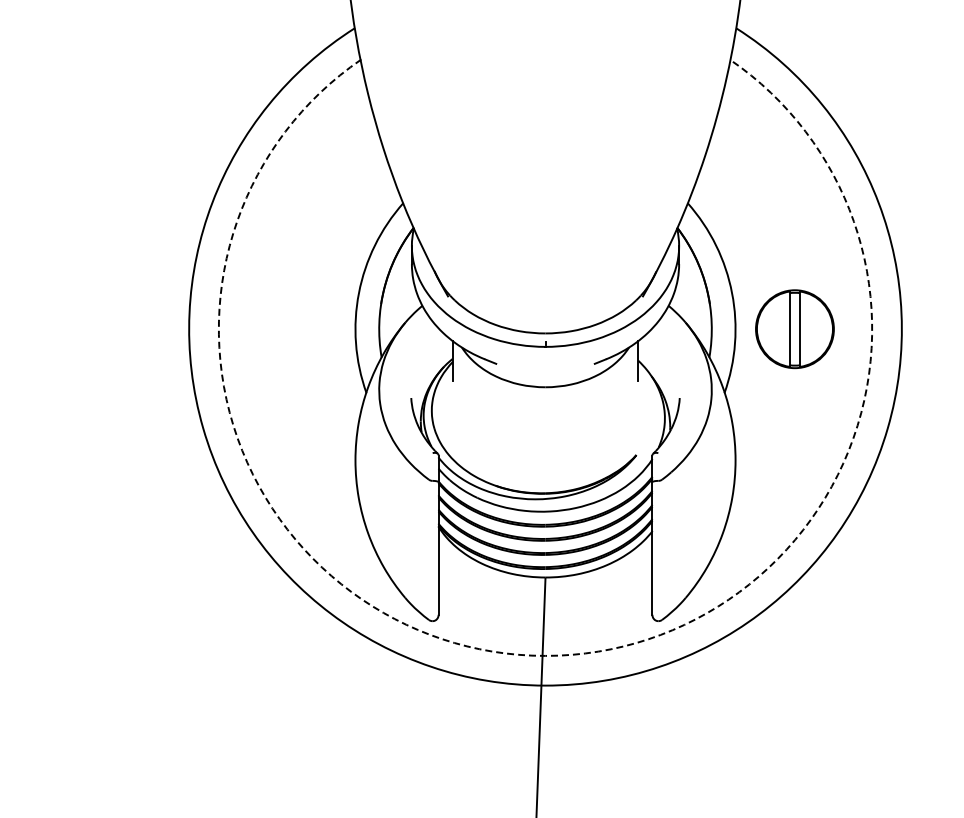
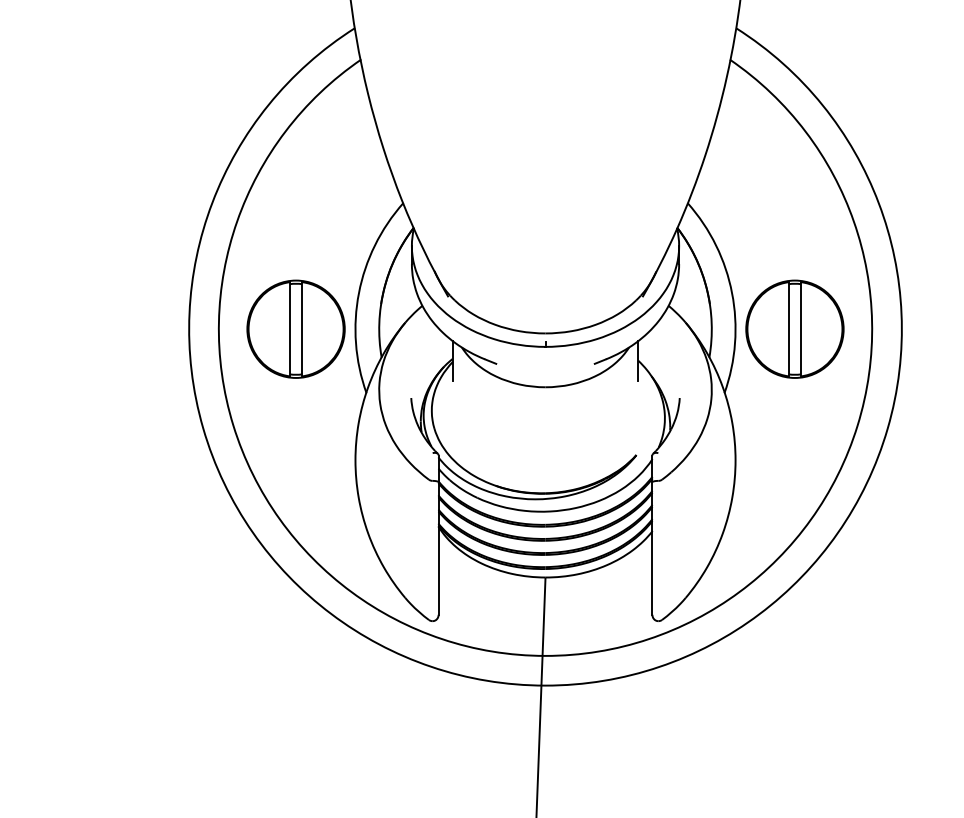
part at (295, 328): none -> present
part at (794, 329) size: 80x81 px -> 100x100 px
arc at (545, 655): dashed -> solid
